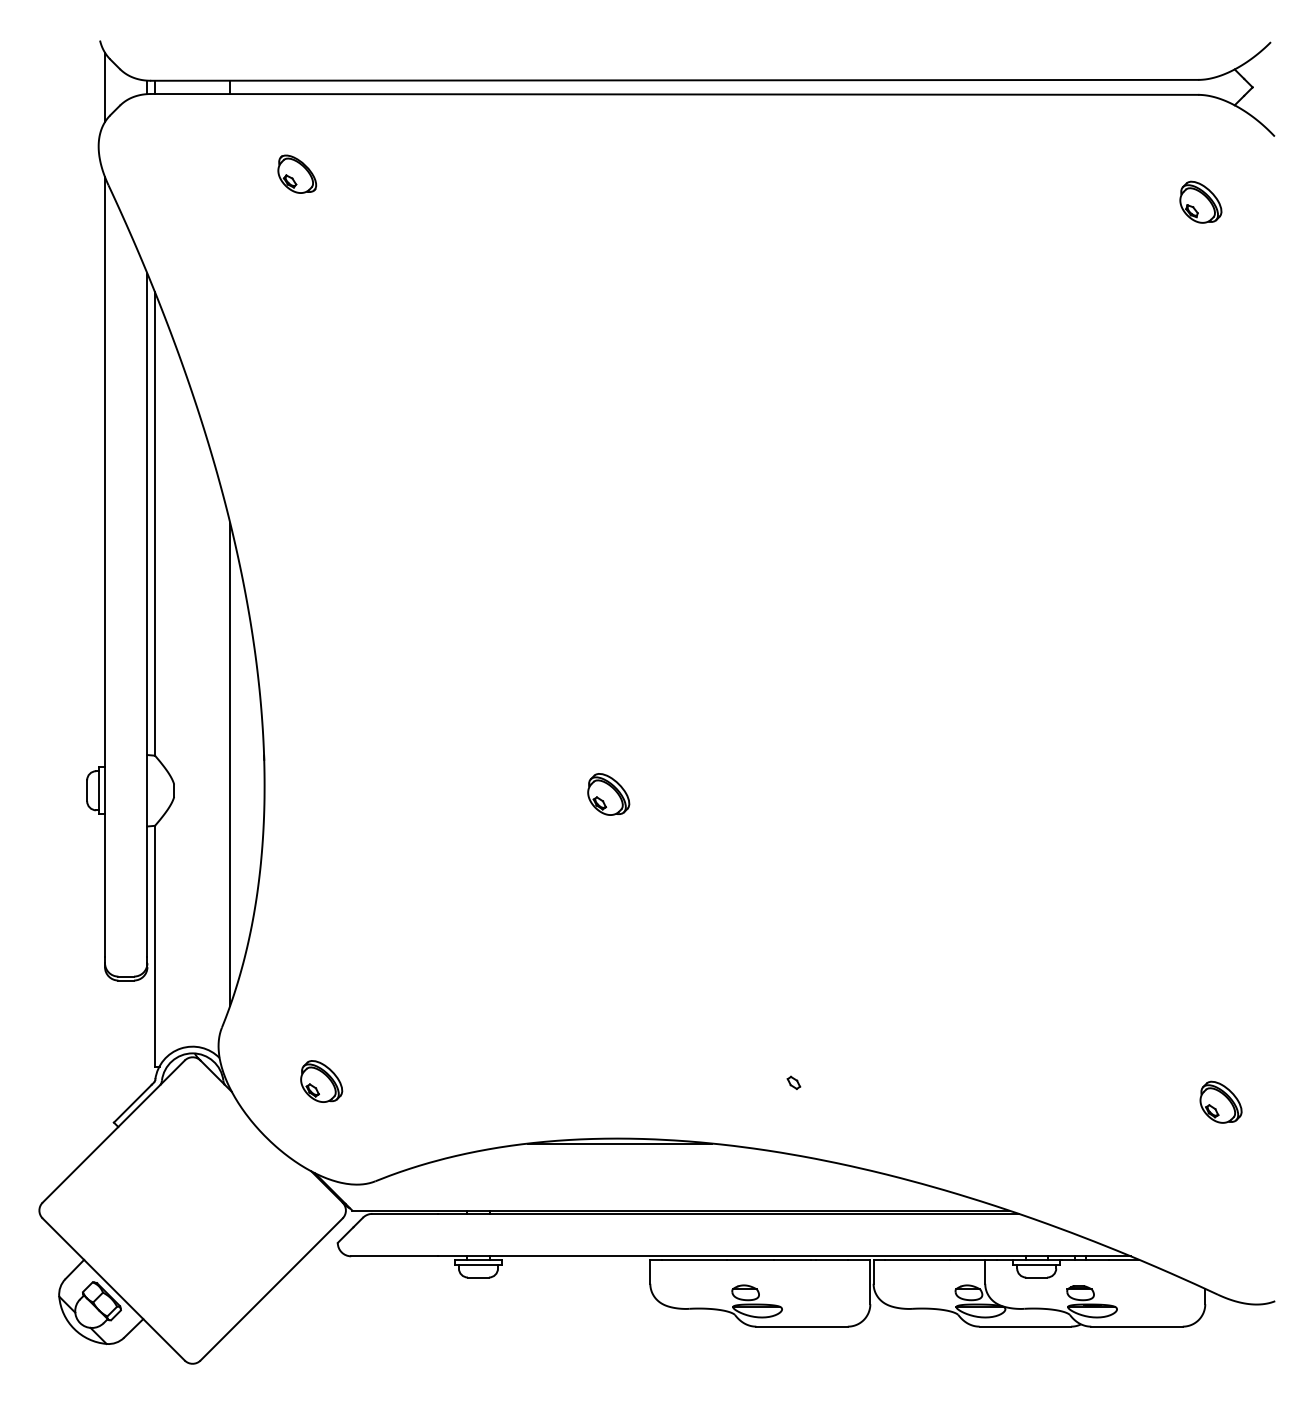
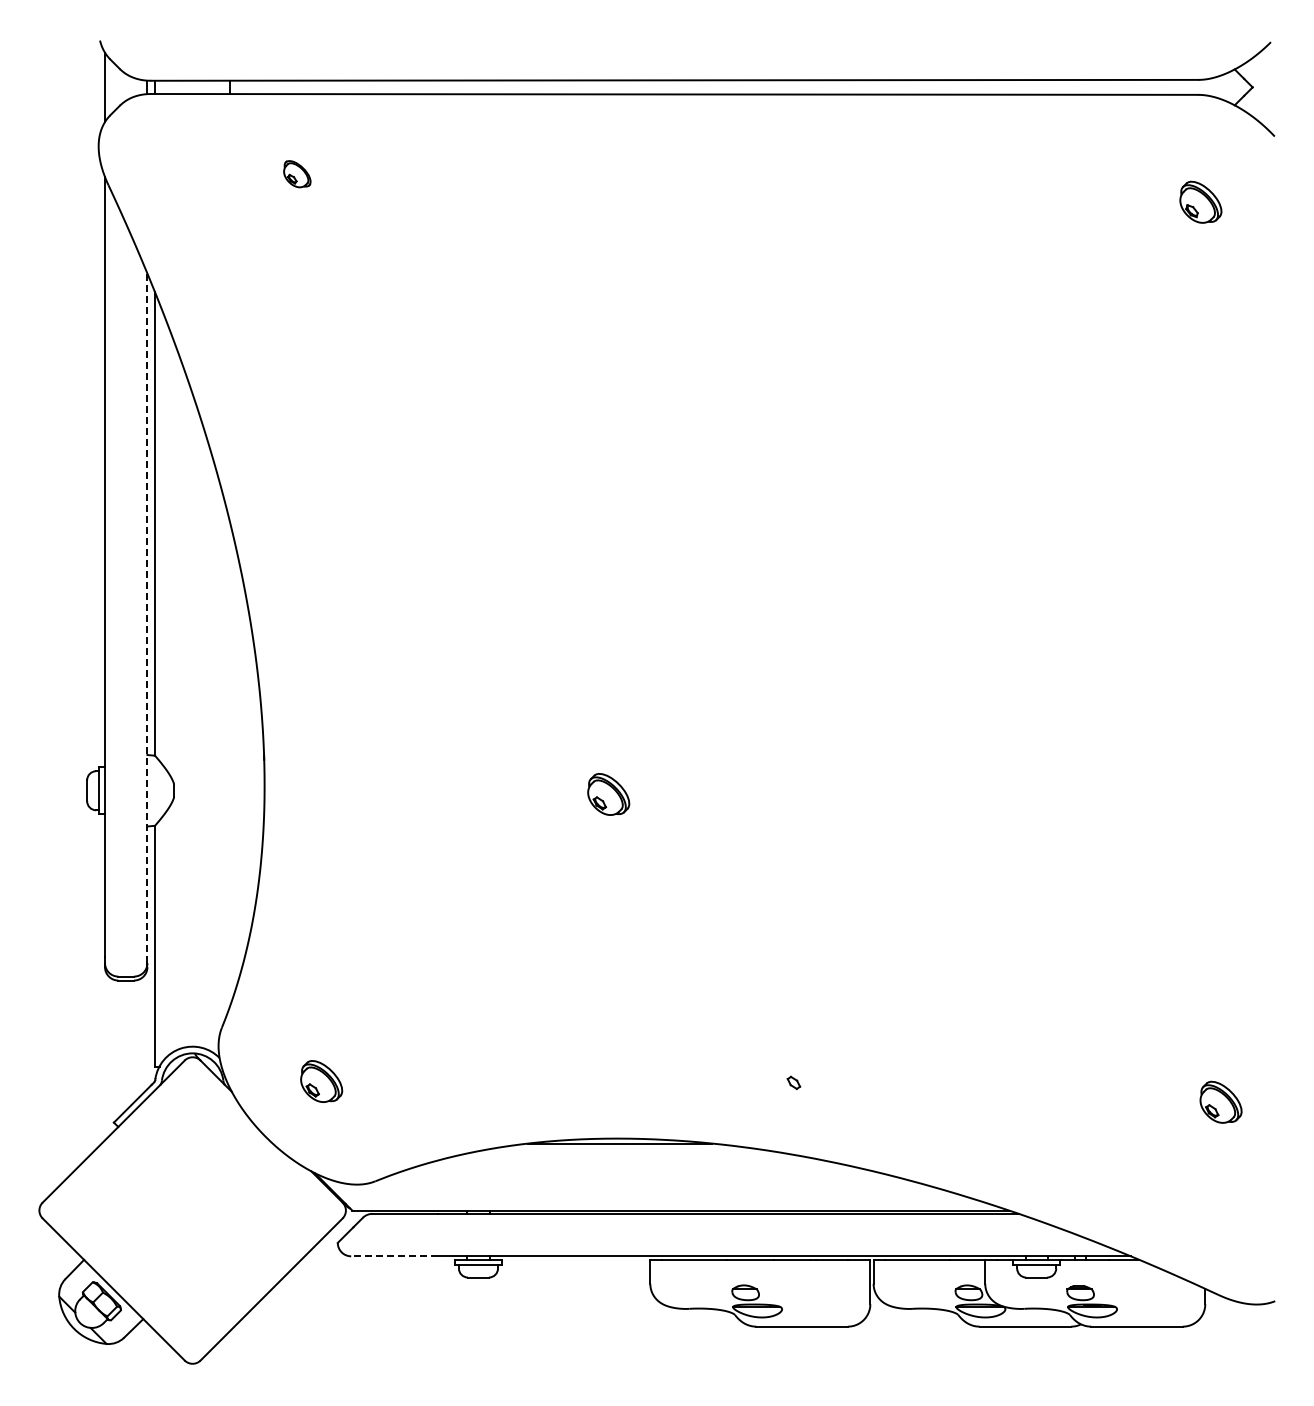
part at (297, 173) size: 41x40 px -> 29x29 px
line at (147, 615): solid -> dashed
line at (230, 764): present -> none
line at (394, 1256): solid -> dashed
